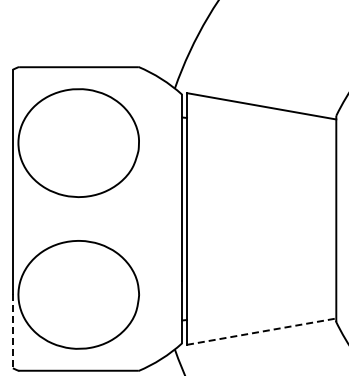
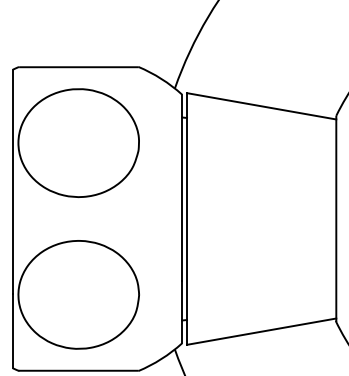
line at (12, 331): dashed -> solid
line at (261, 331): dashed -> solid
